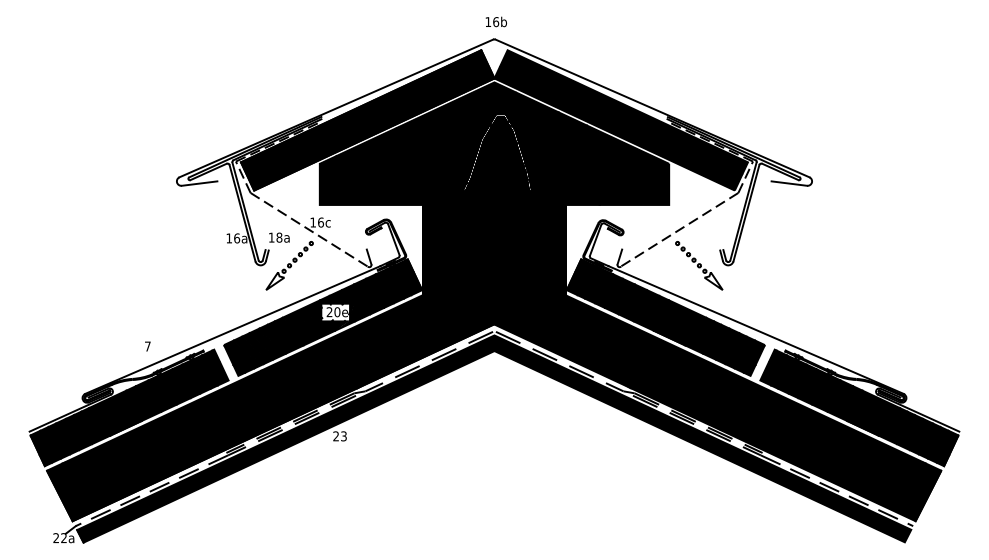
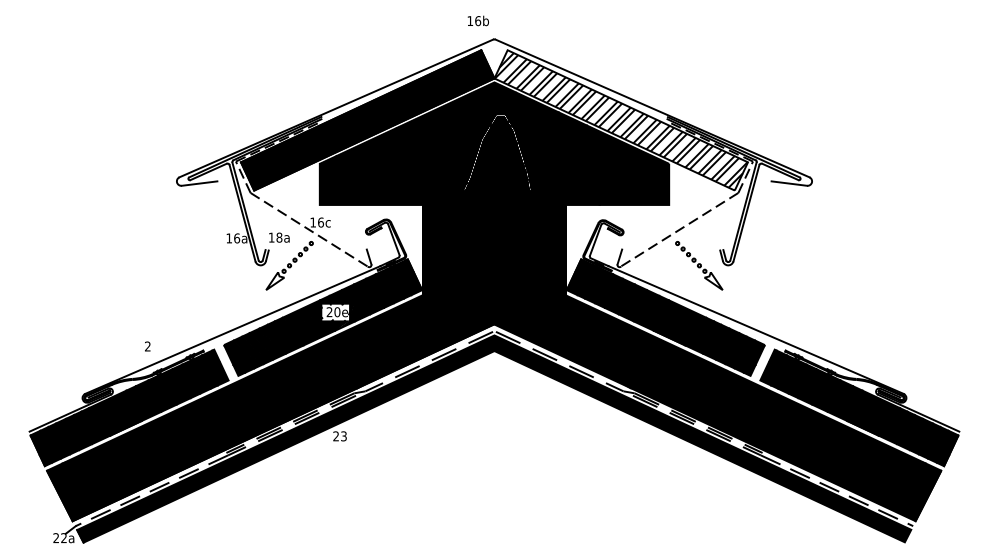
text at (495, 21) position: (495, 21) -> (477, 20)
fill at (621, 120): present -> none
text at (147, 346): 7 -> 2
